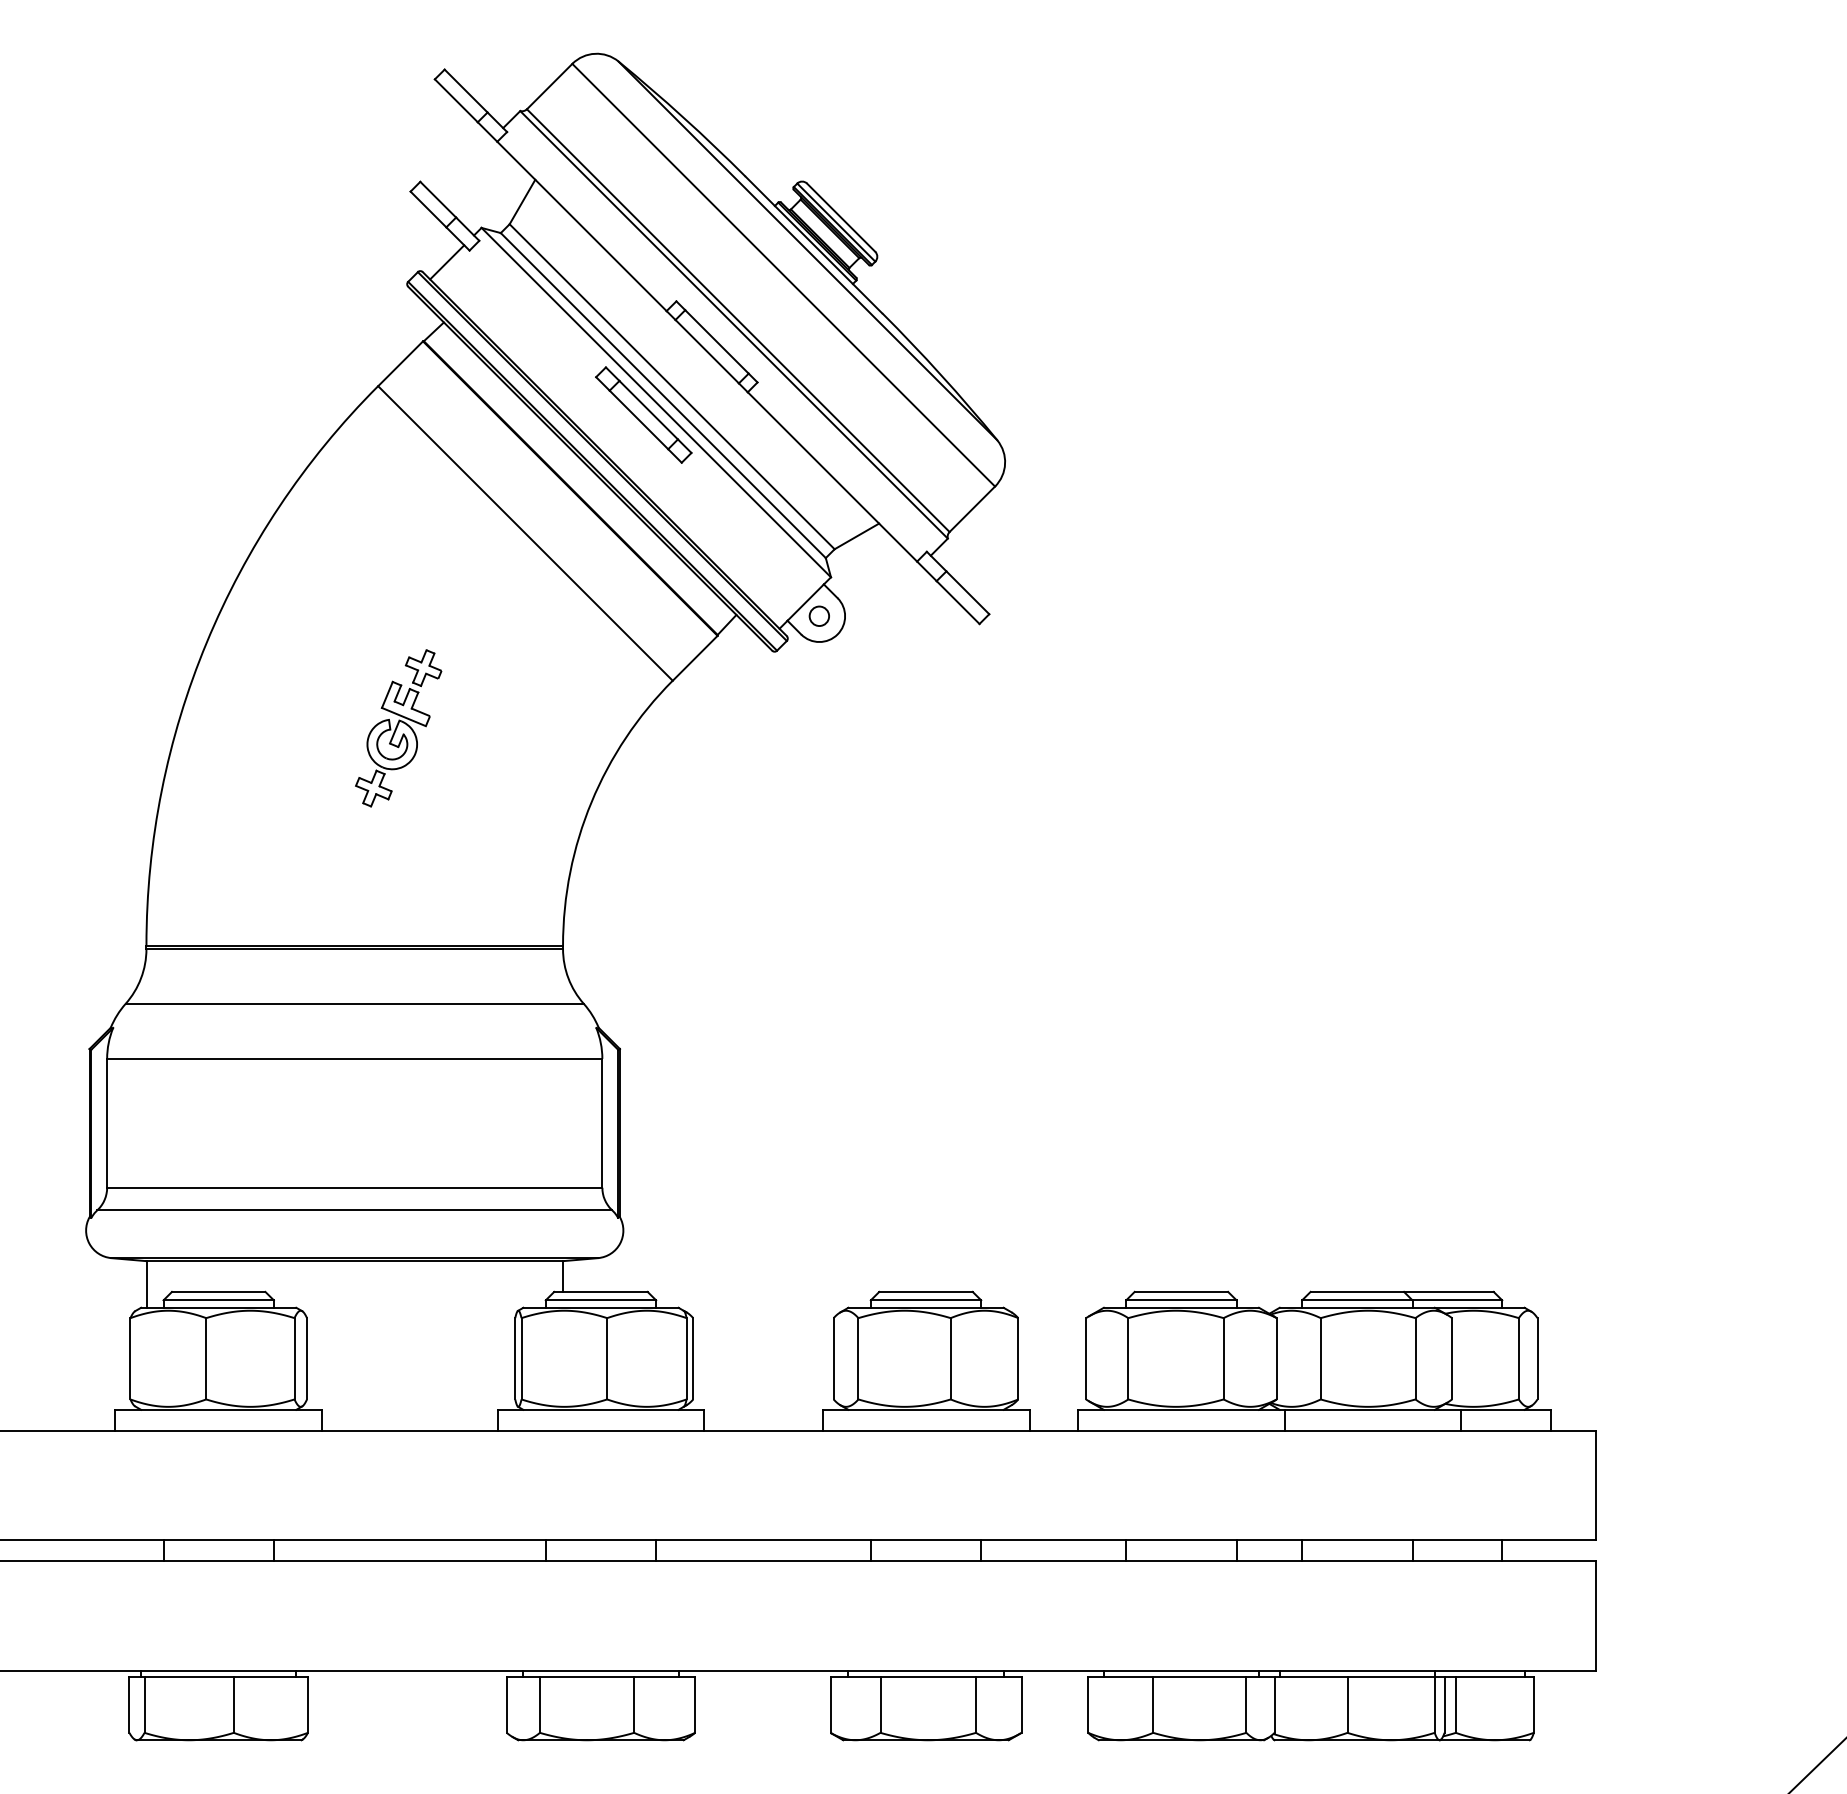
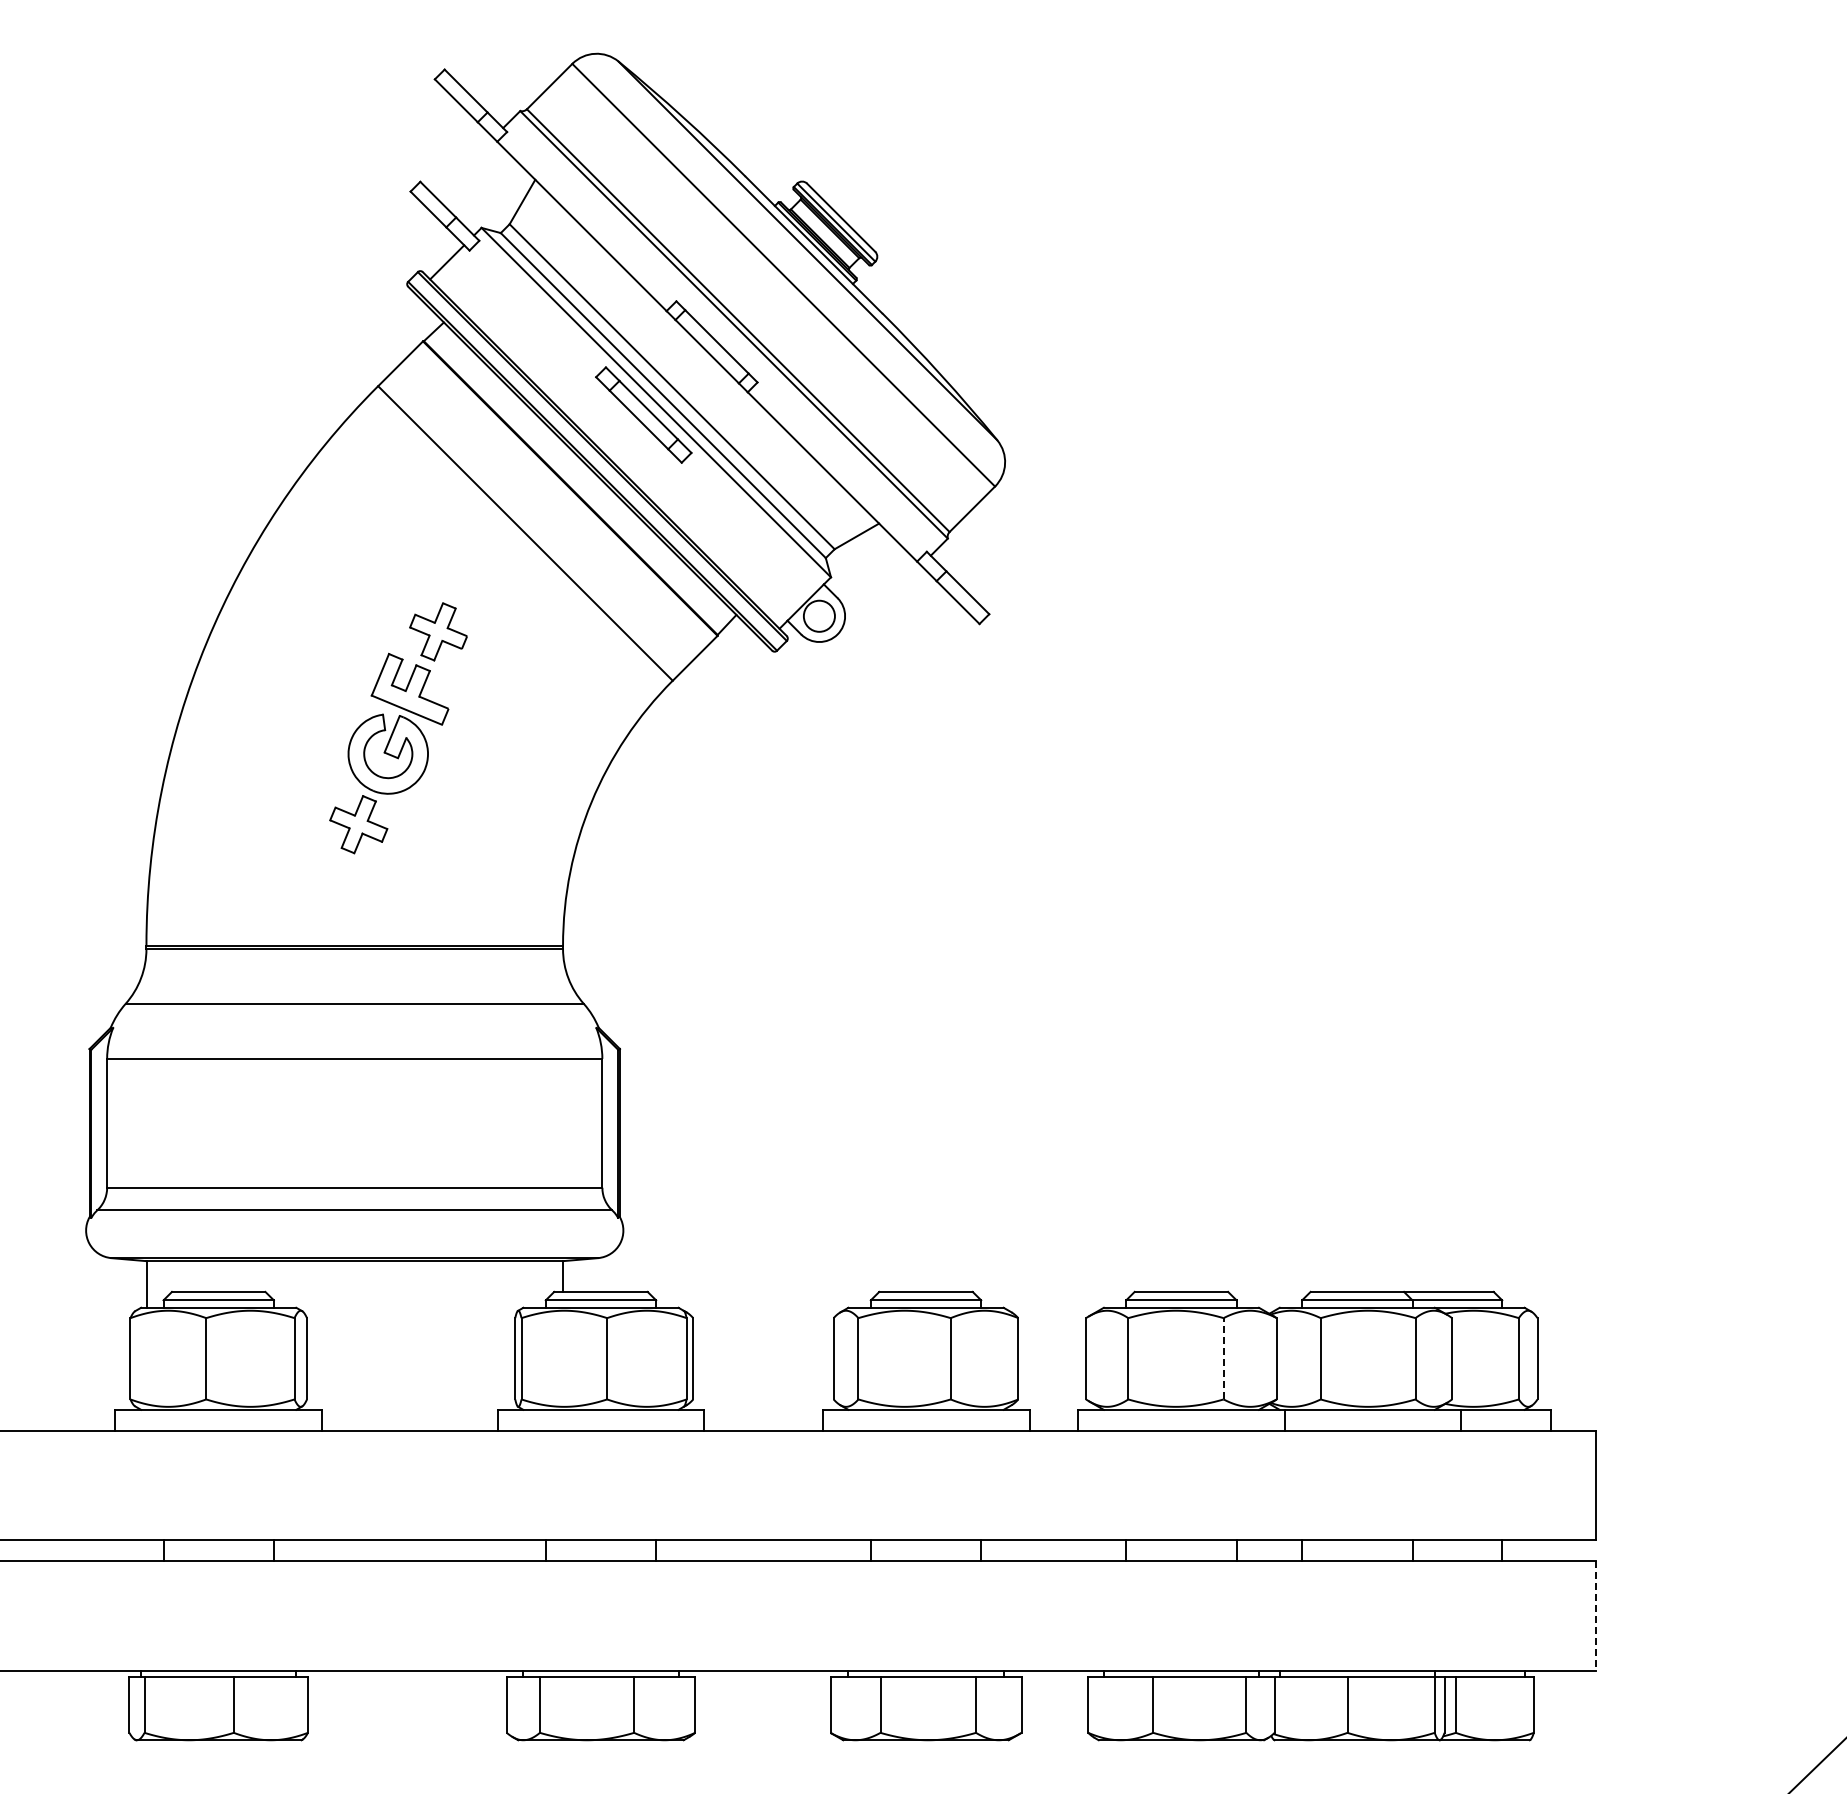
circle at (819, 616) diameter: 19 px -> 31 px
part at (398, 728) size: 88x159 px -> 139x253 px
line at (1223, 1358): solid -> dashed
line at (1596, 1616): solid -> dashed
